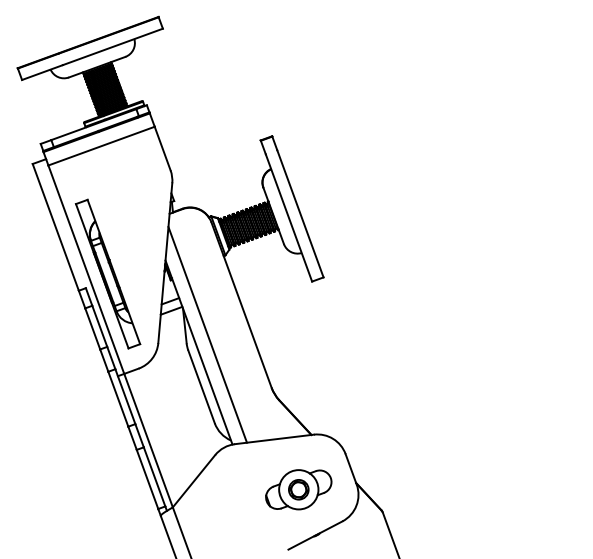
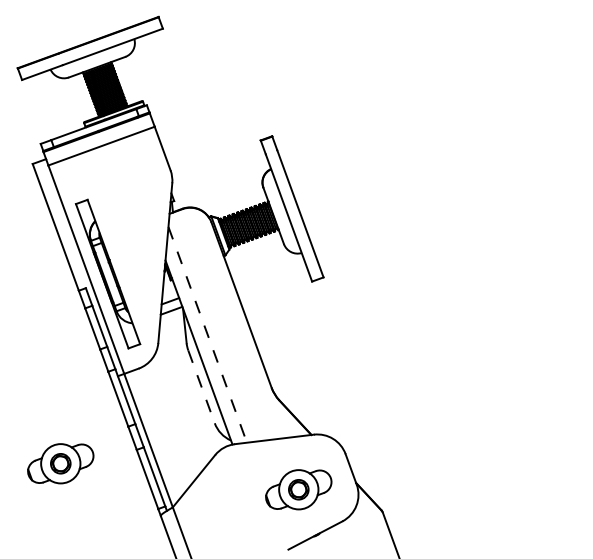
line at (207, 334): solid -> dashed
line at (201, 386): solid -> dashed
part at (60, 463): none -> present
